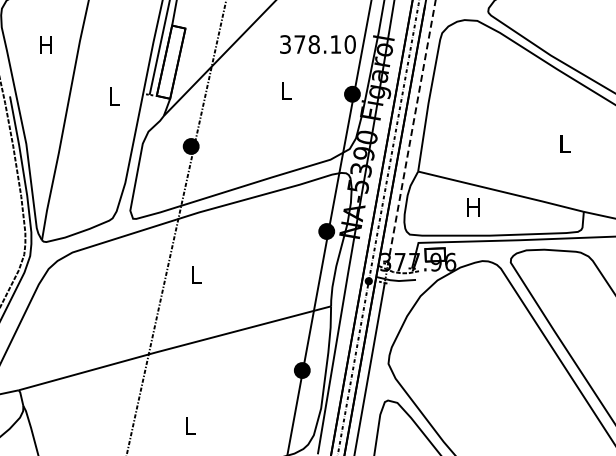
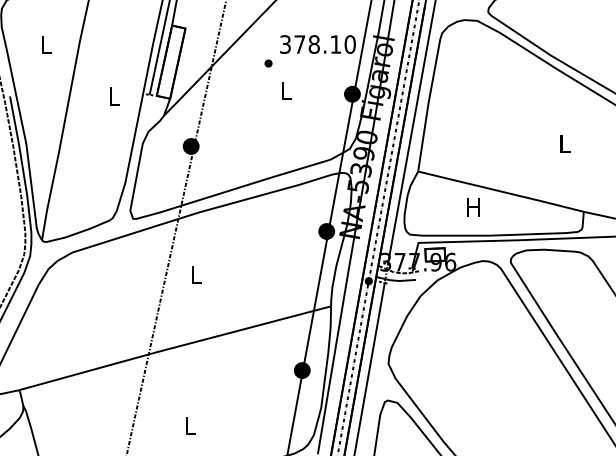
text at (45, 44): H -> L
part at (268, 63): none -> present
line at (411, 132): dashed -> solid
